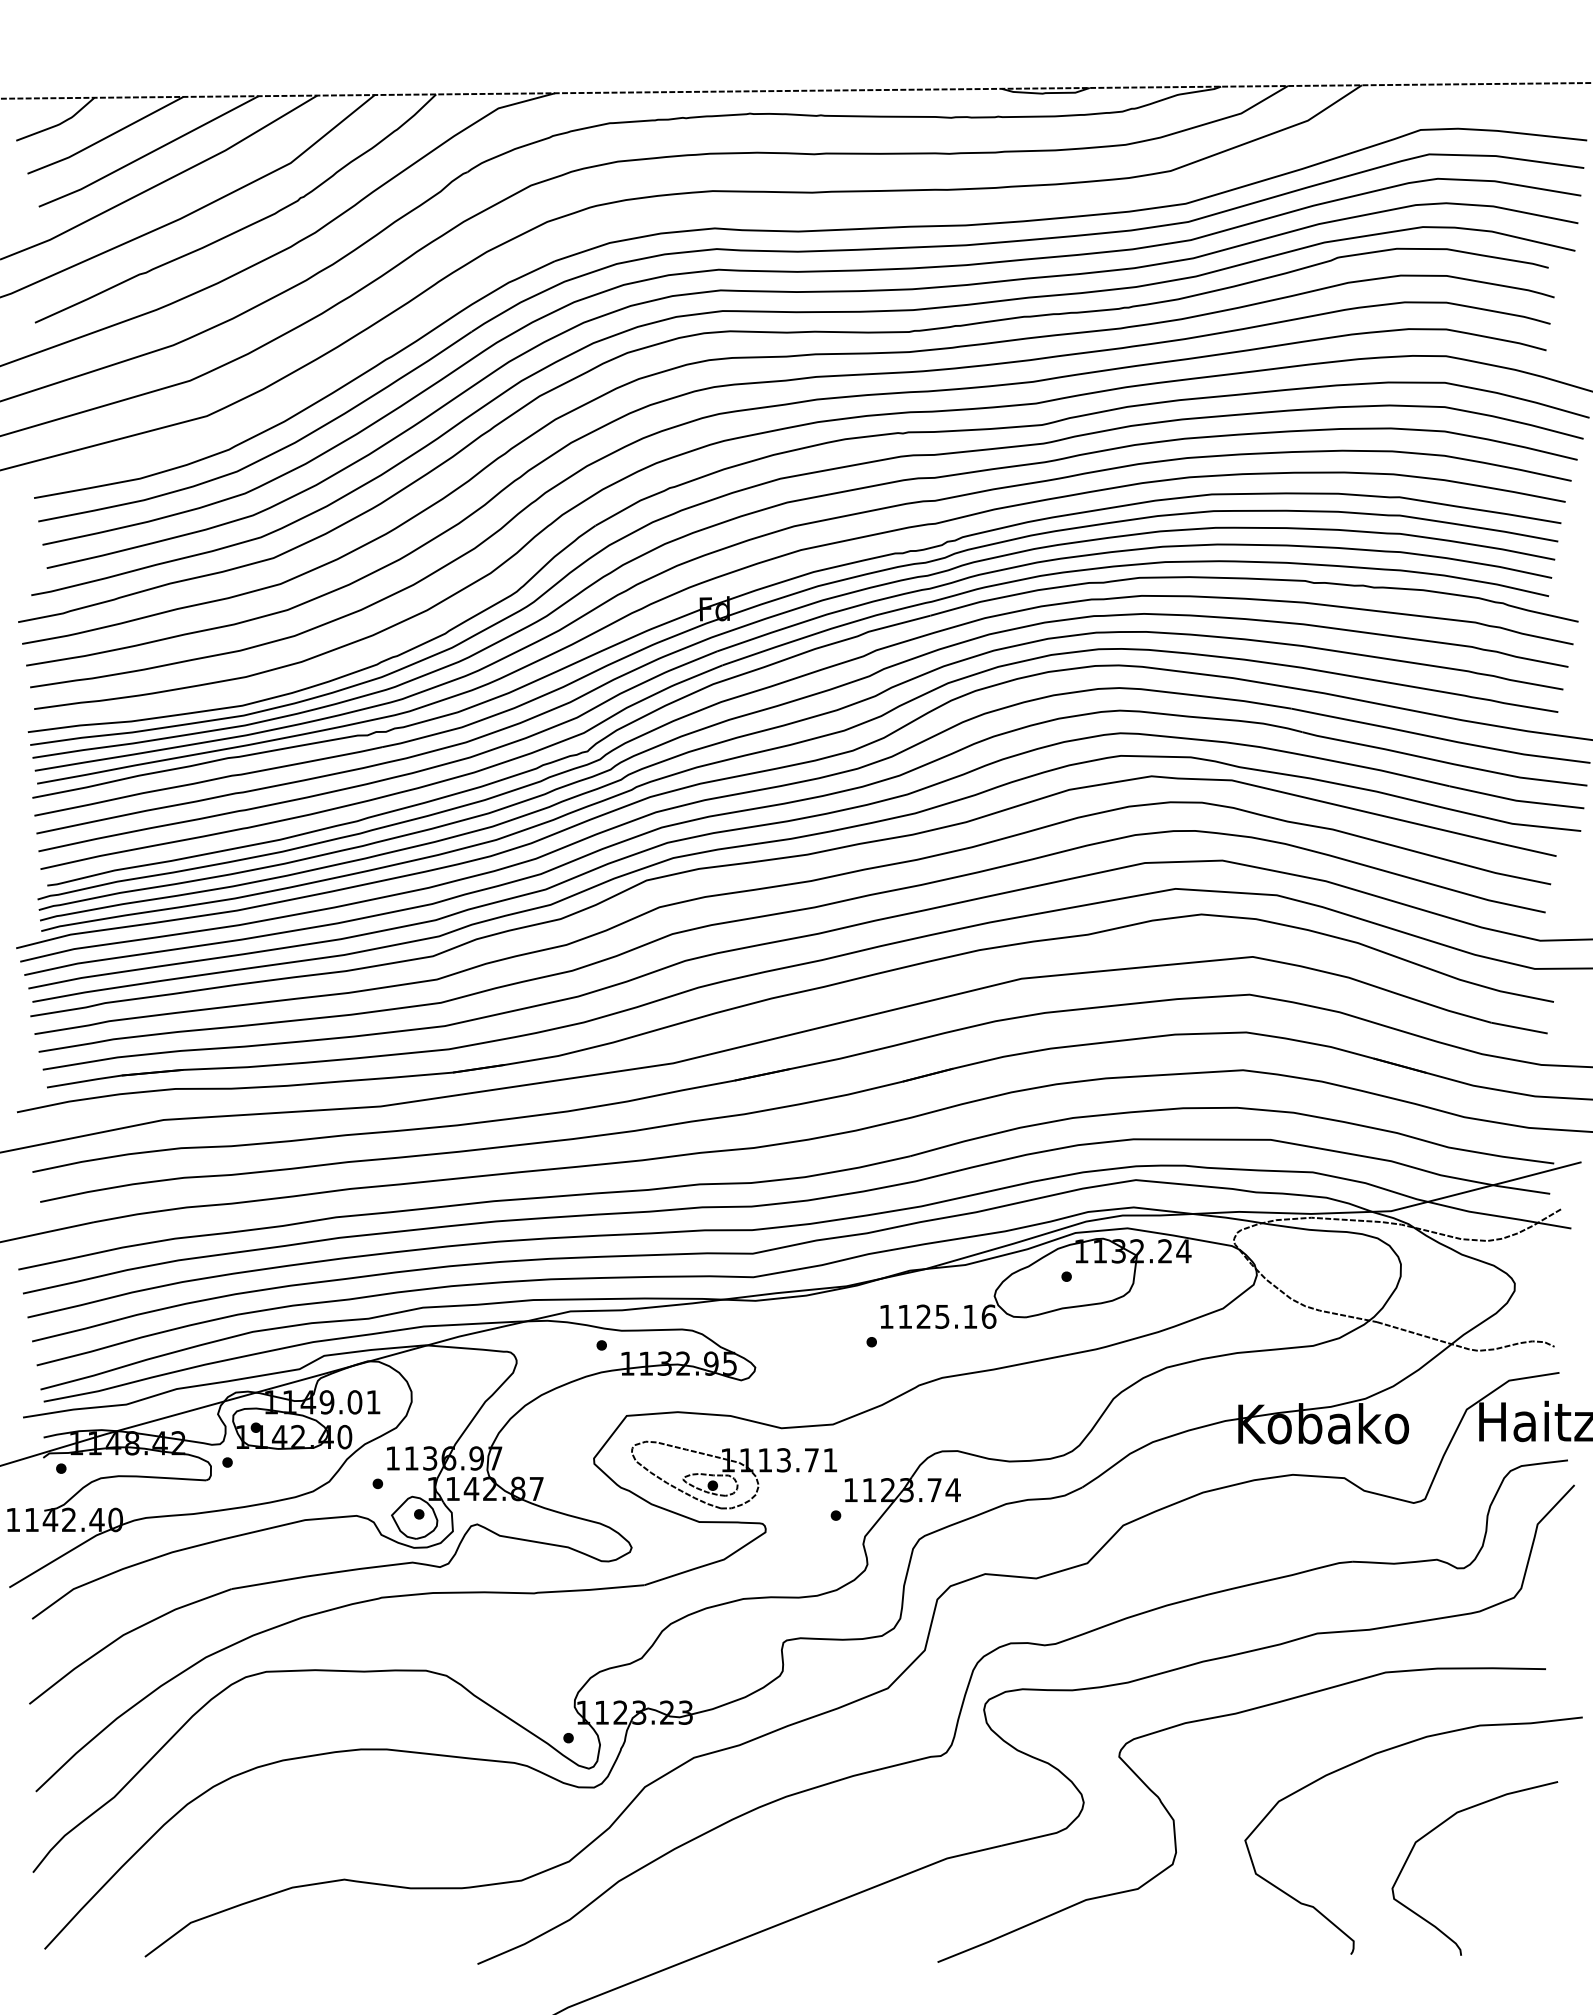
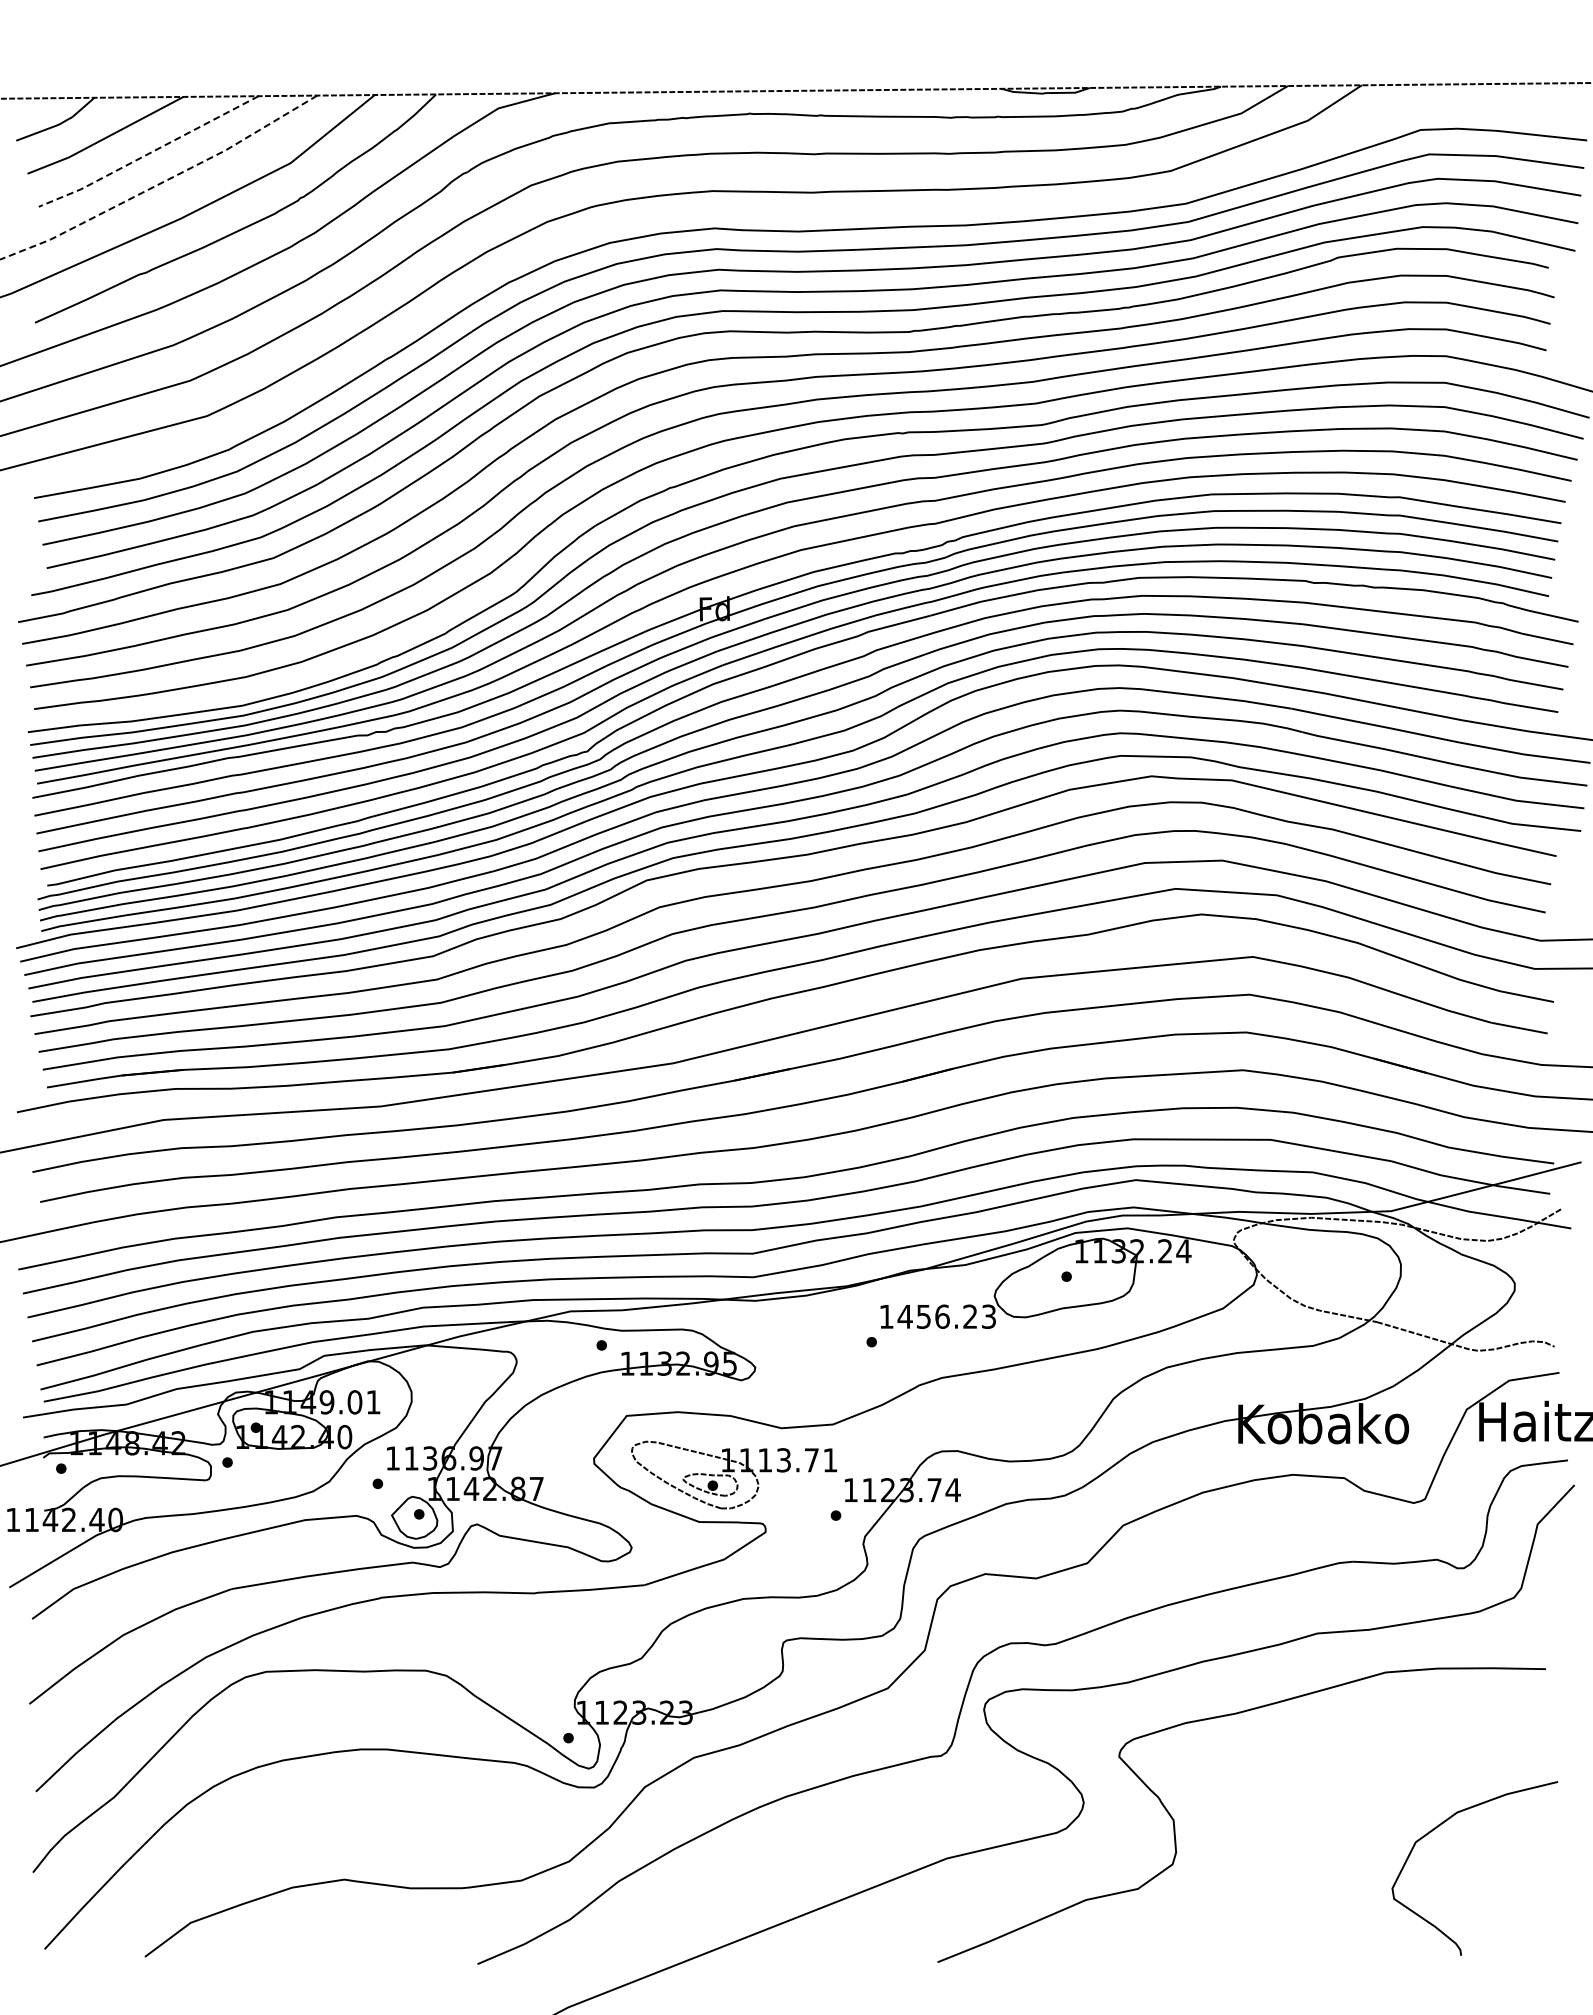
line at (149, 153): solid -> dashed
line at (161, 183): solid -> dashed
text at (946, 1316): 1125.16 -> 1456.23
curve at (1386, 1751): present -> none
